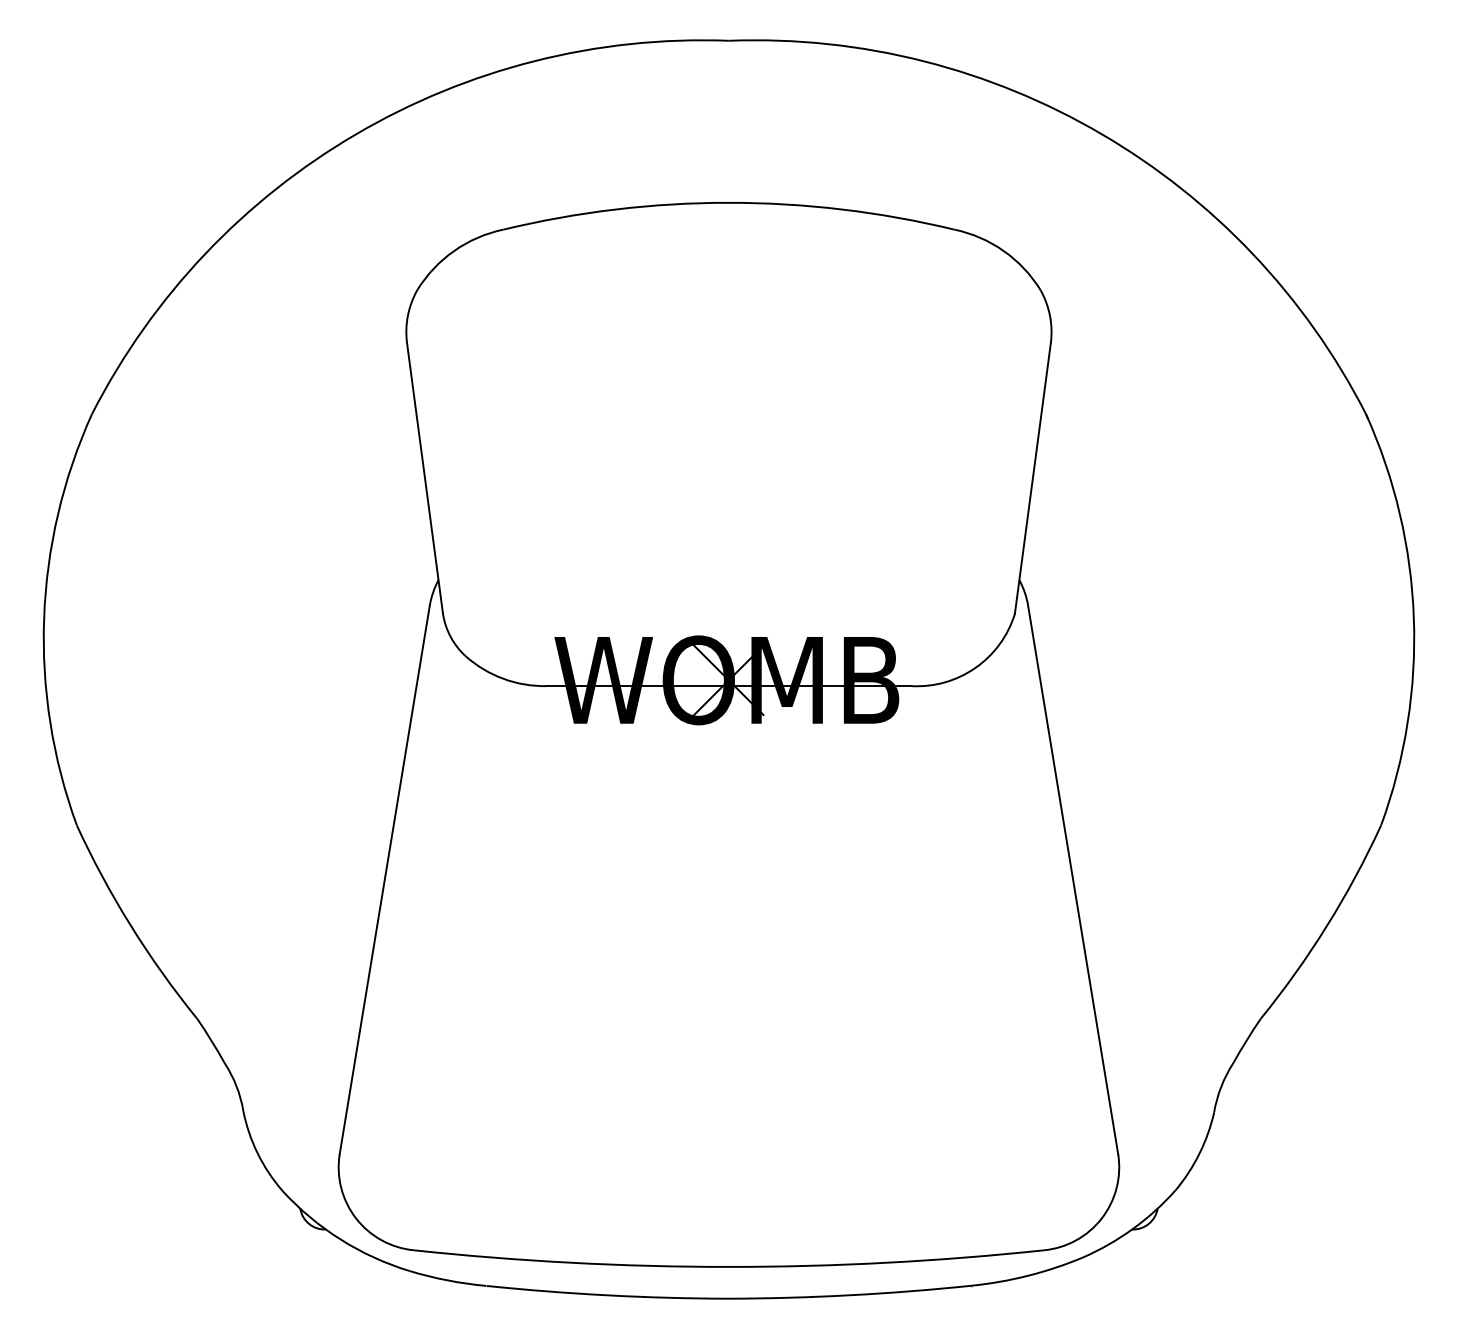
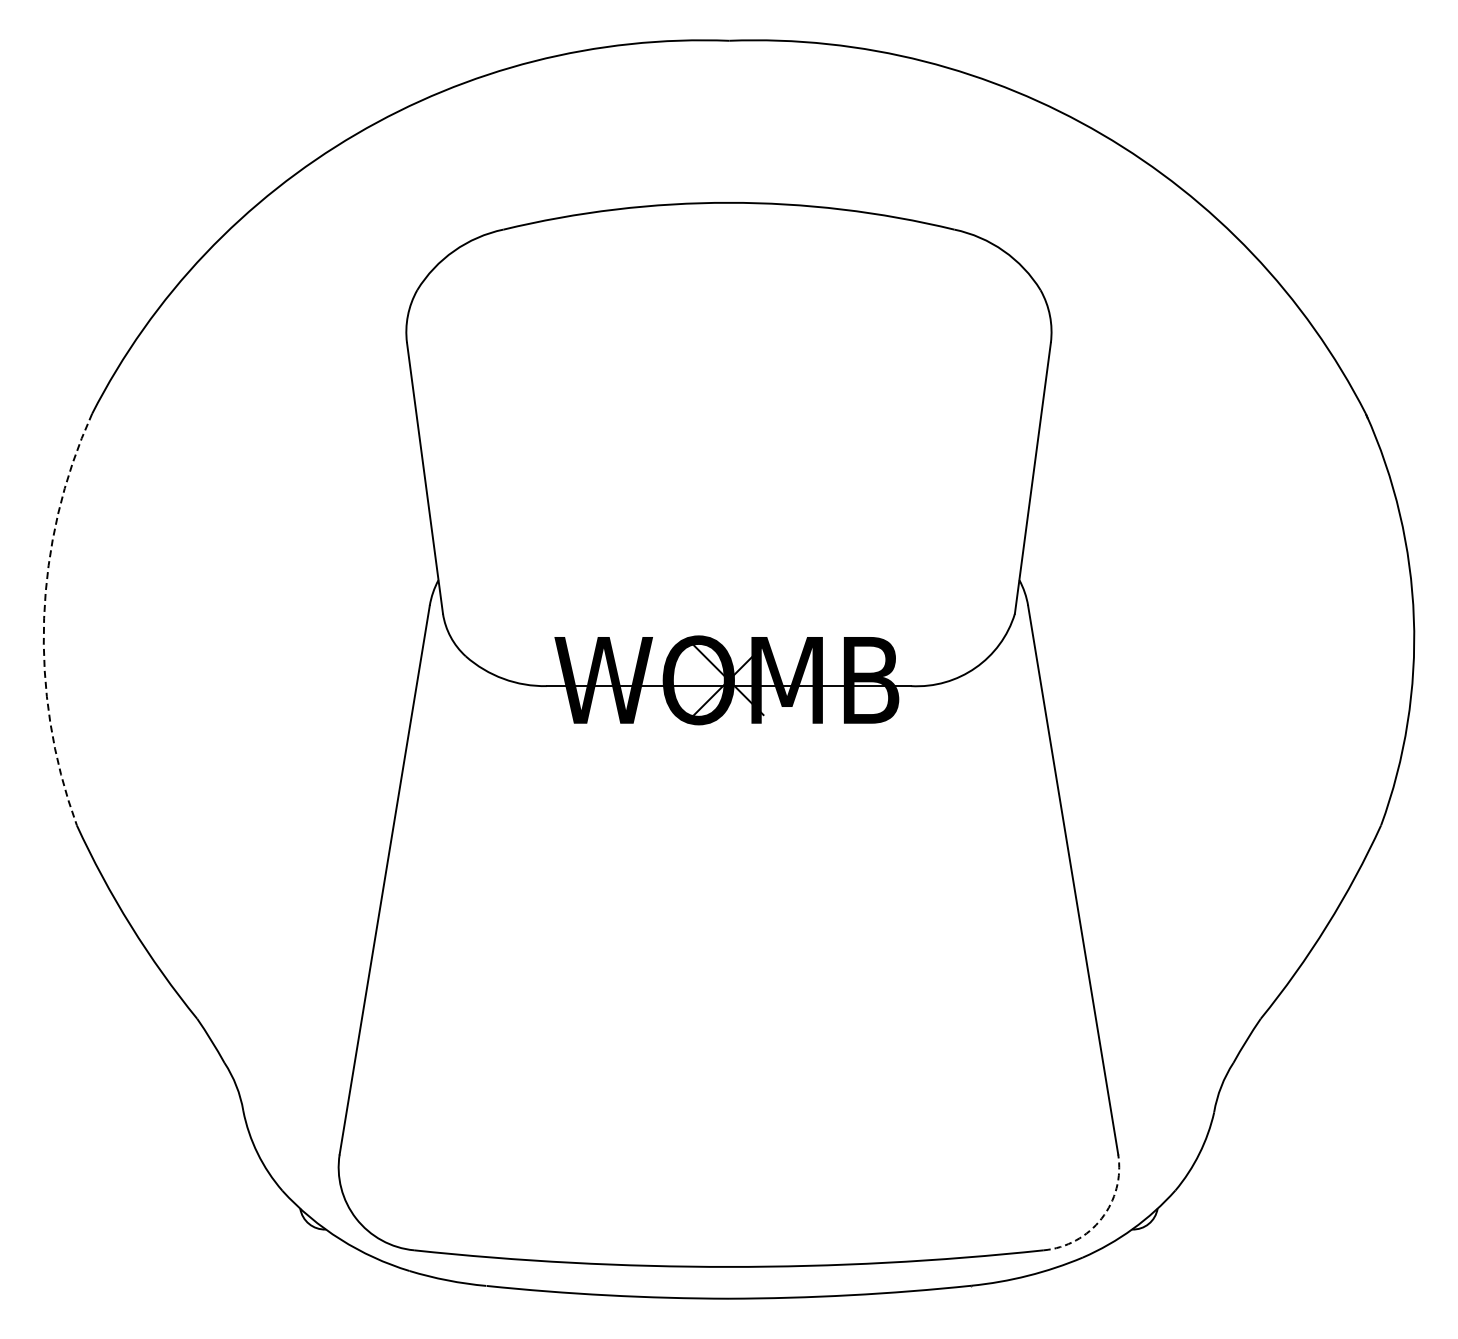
arc at (44, 618): solid -> dashed
arc at (1101, 1218): solid -> dashed
